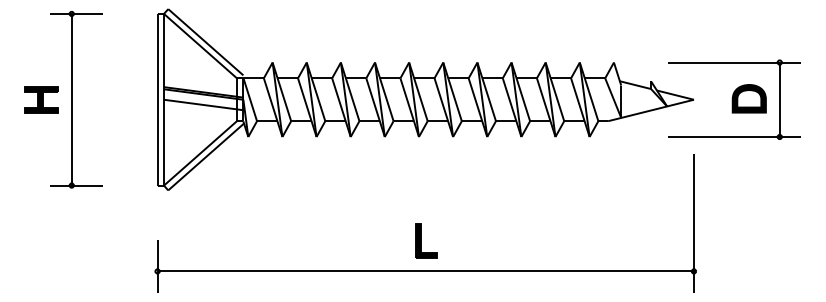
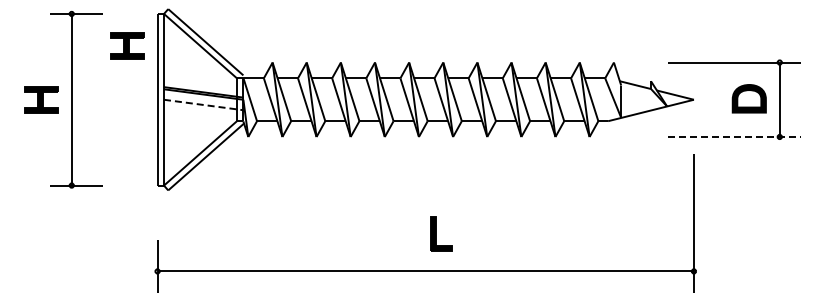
part at (127, 45): none -> present
line at (204, 105): solid -> dashed
line at (735, 137): solid -> dashed
part at (426, 240) position: (426, 240) -> (441, 233)
